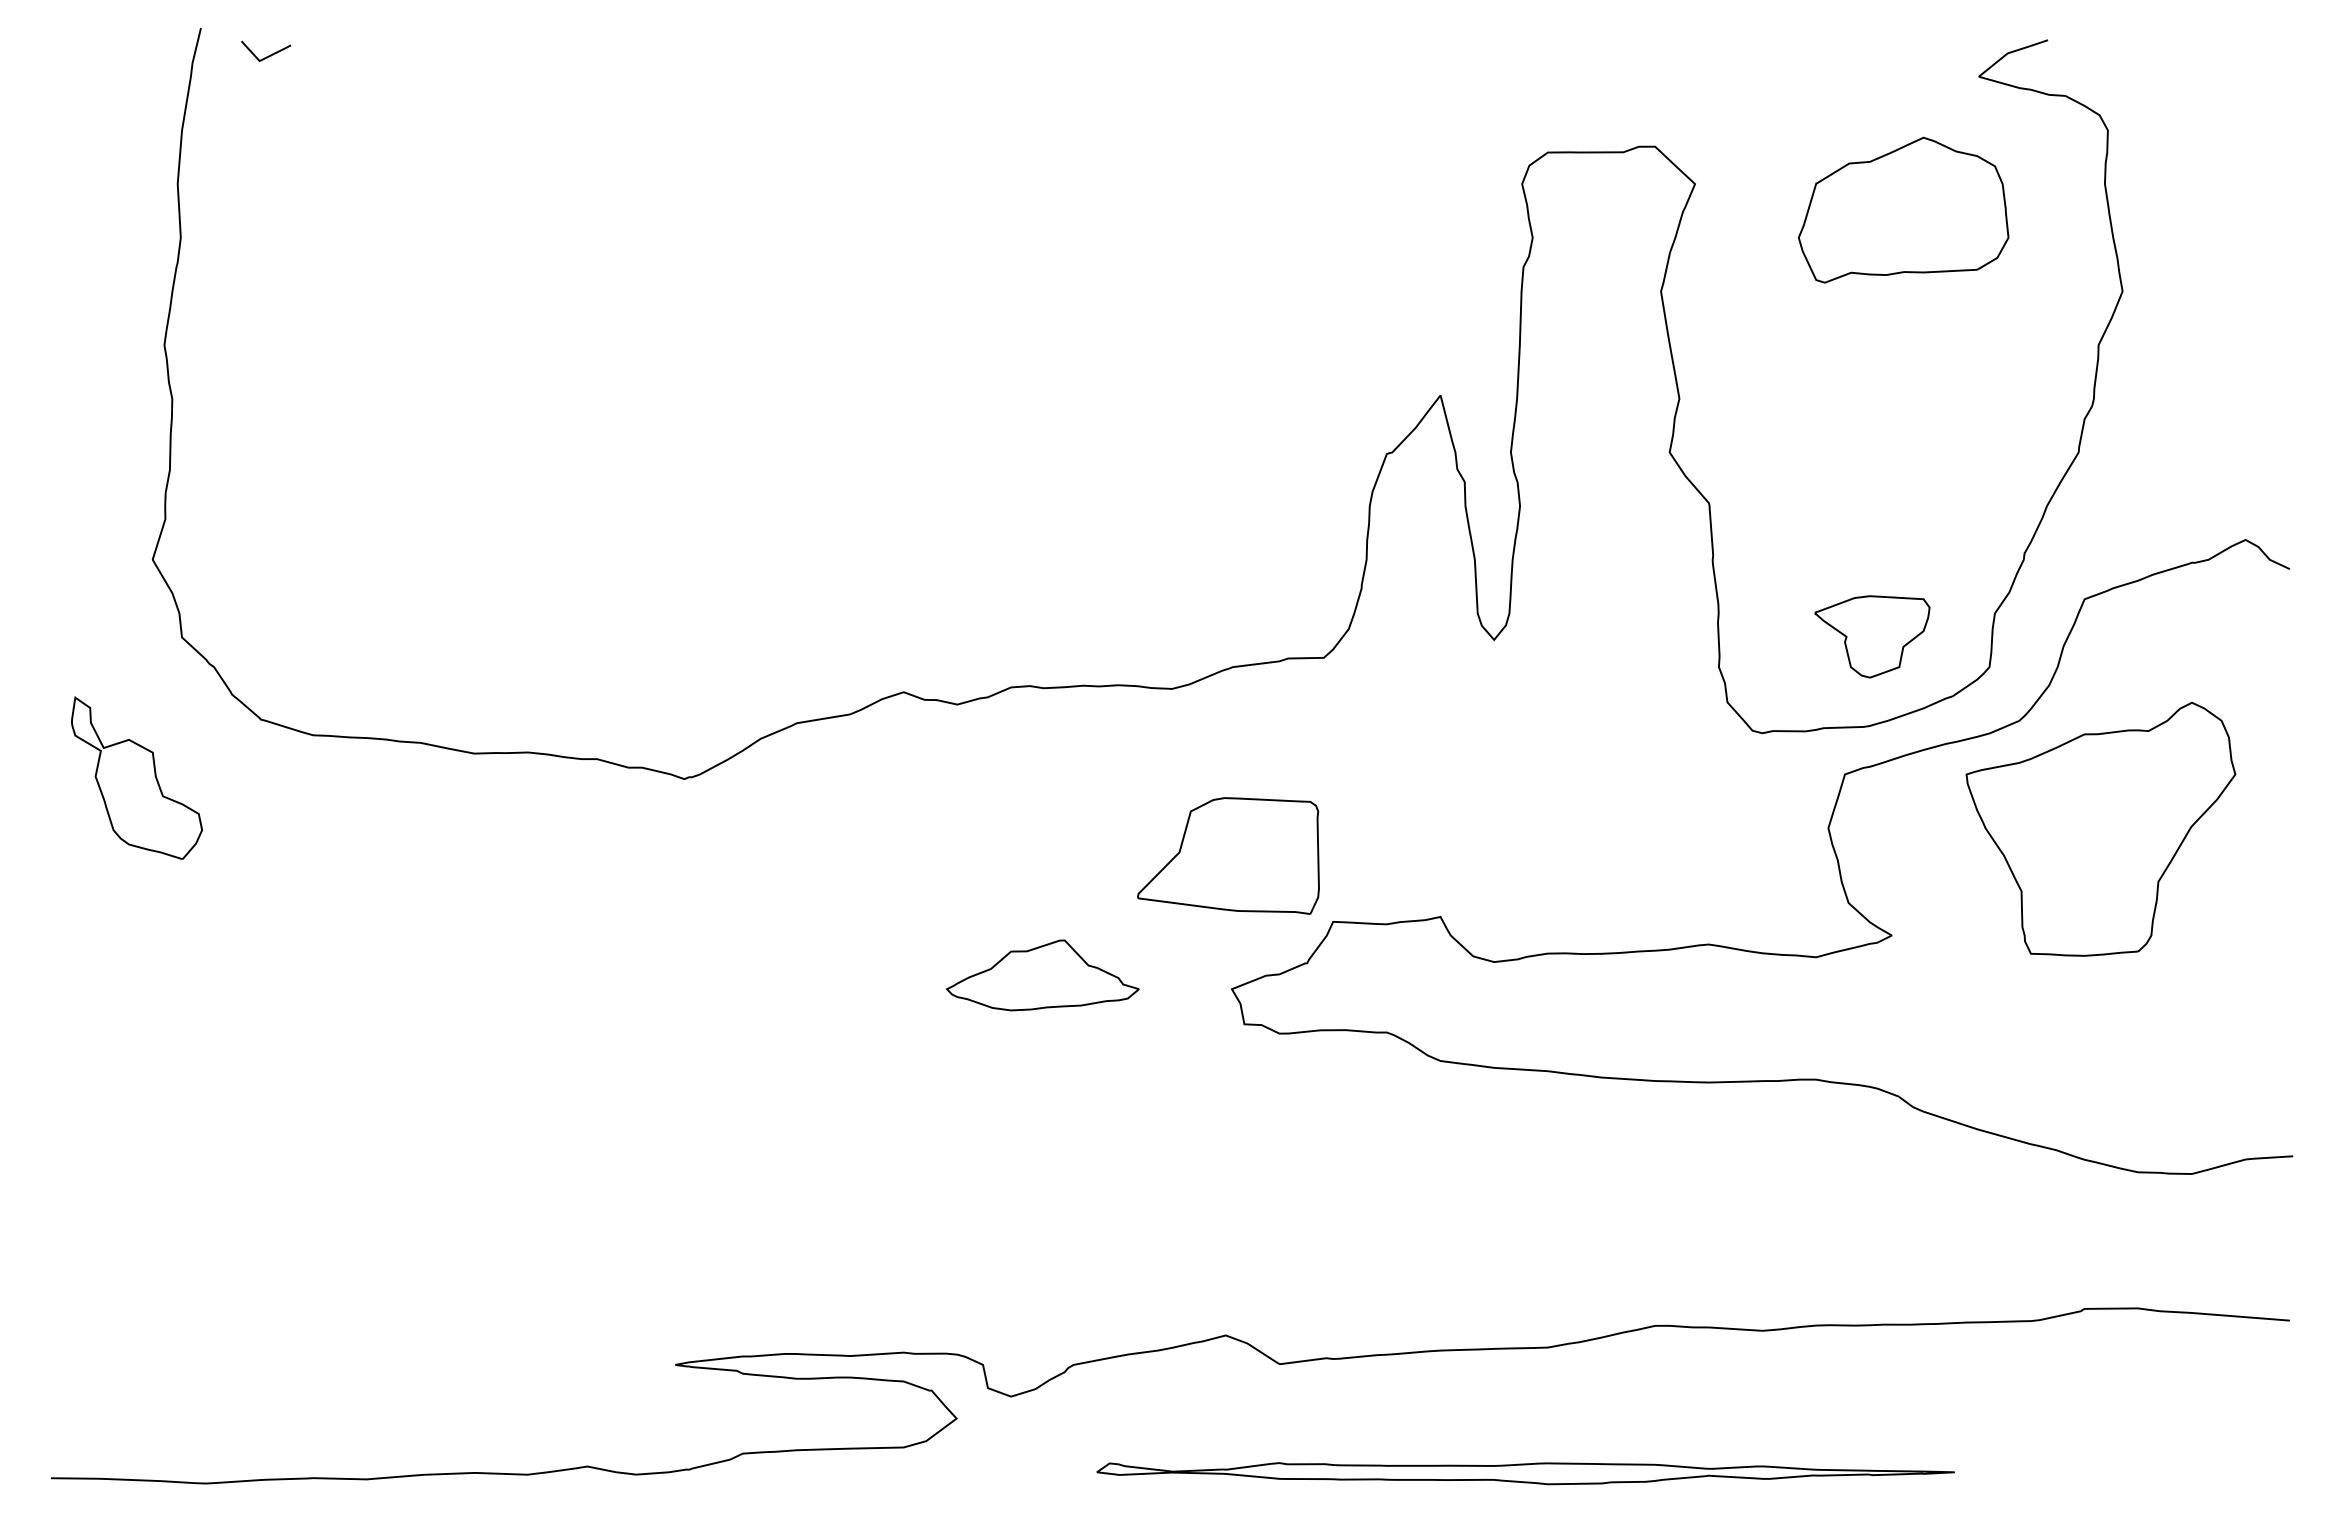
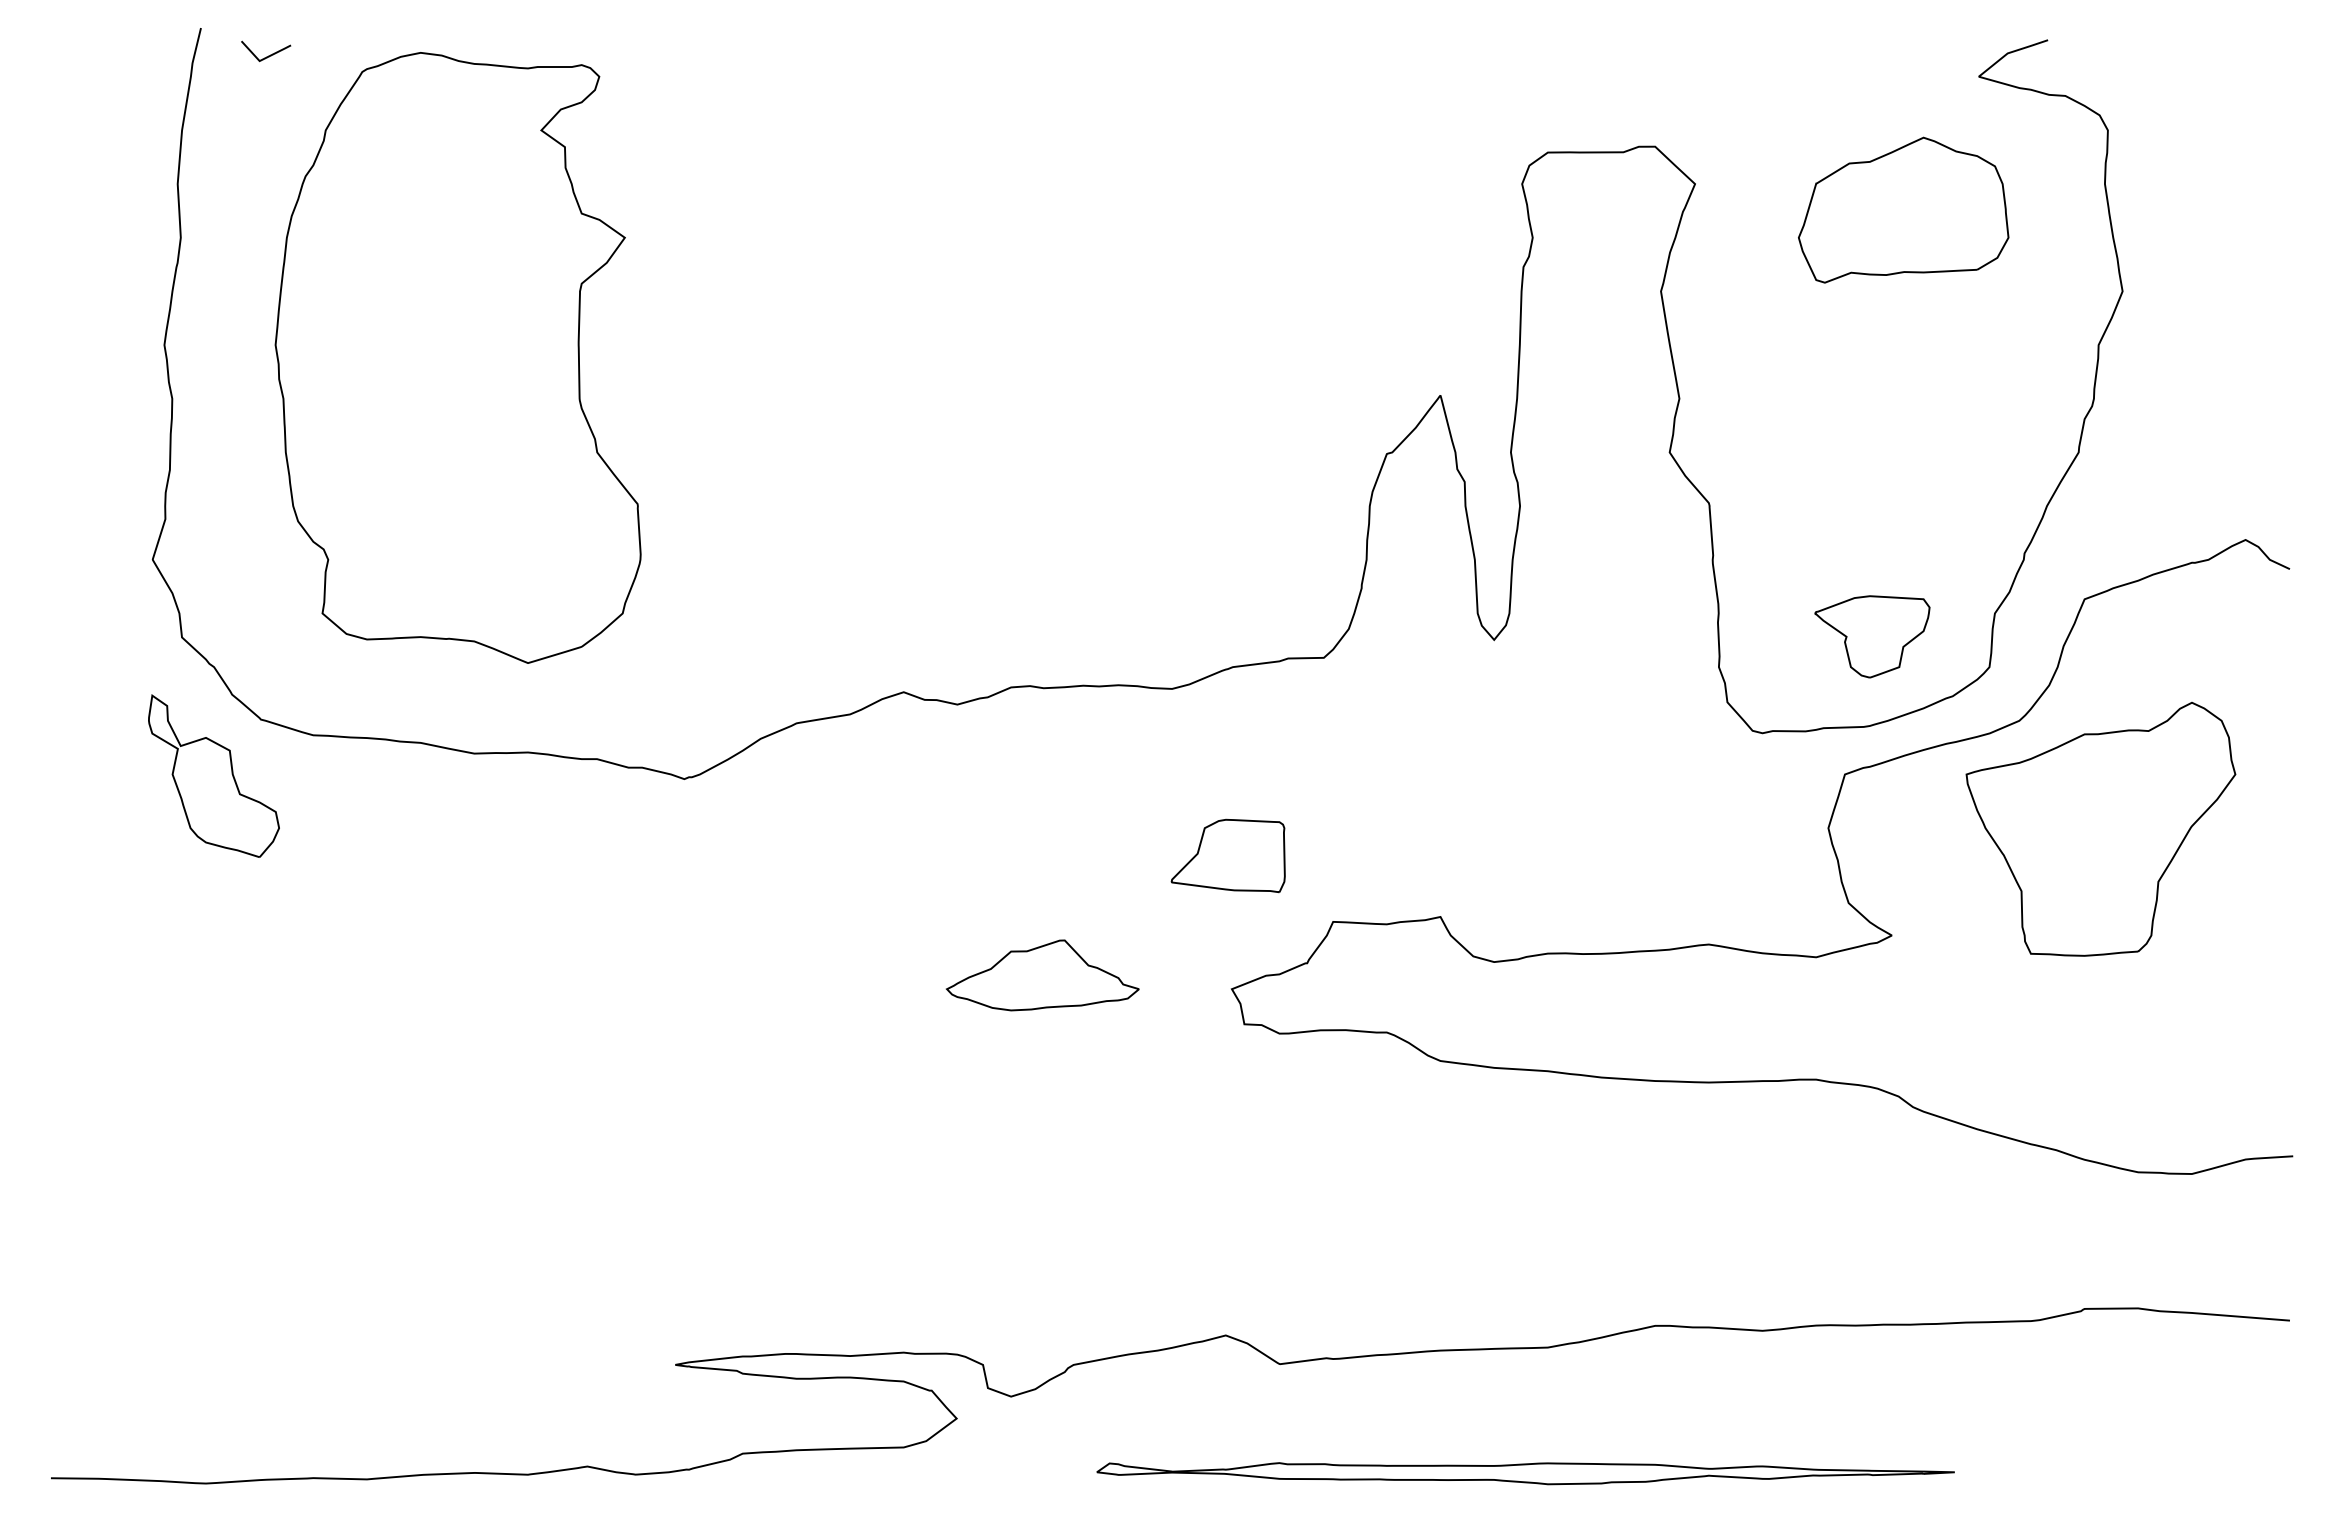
part at (457, 357): none -> present
part at (136, 777) position: (136, 777) -> (213, 775)
part at (1228, 855) size: 183x118 px -> 116x76 px
